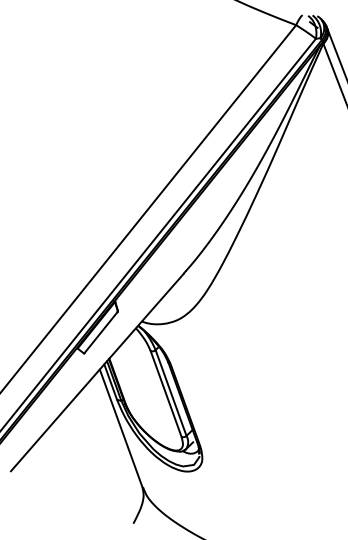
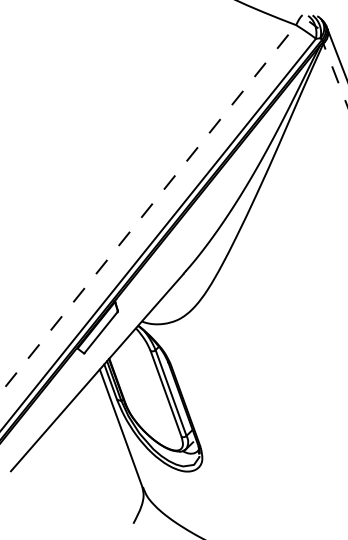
line at (335, 75): solid -> dashed
line at (148, 208): solid -> dashed
